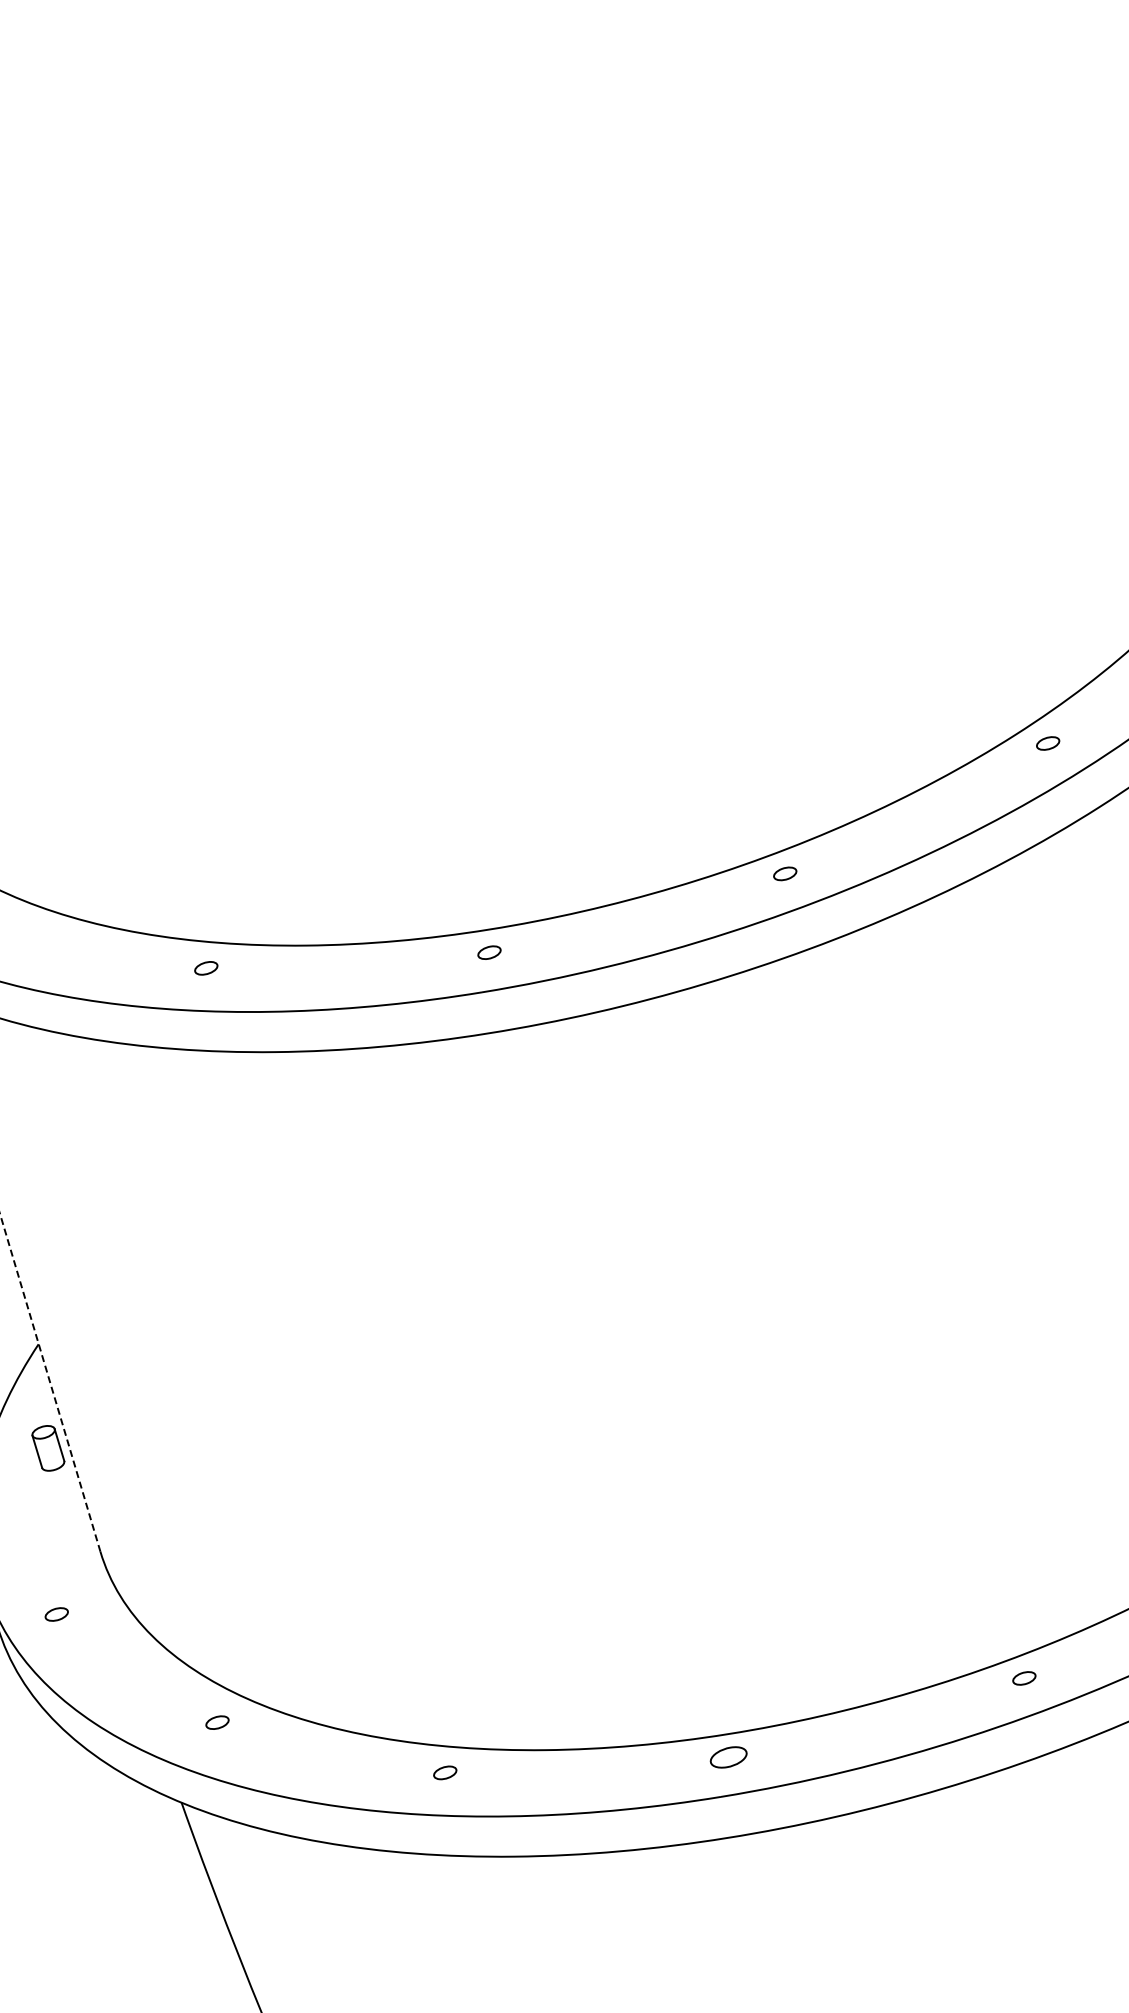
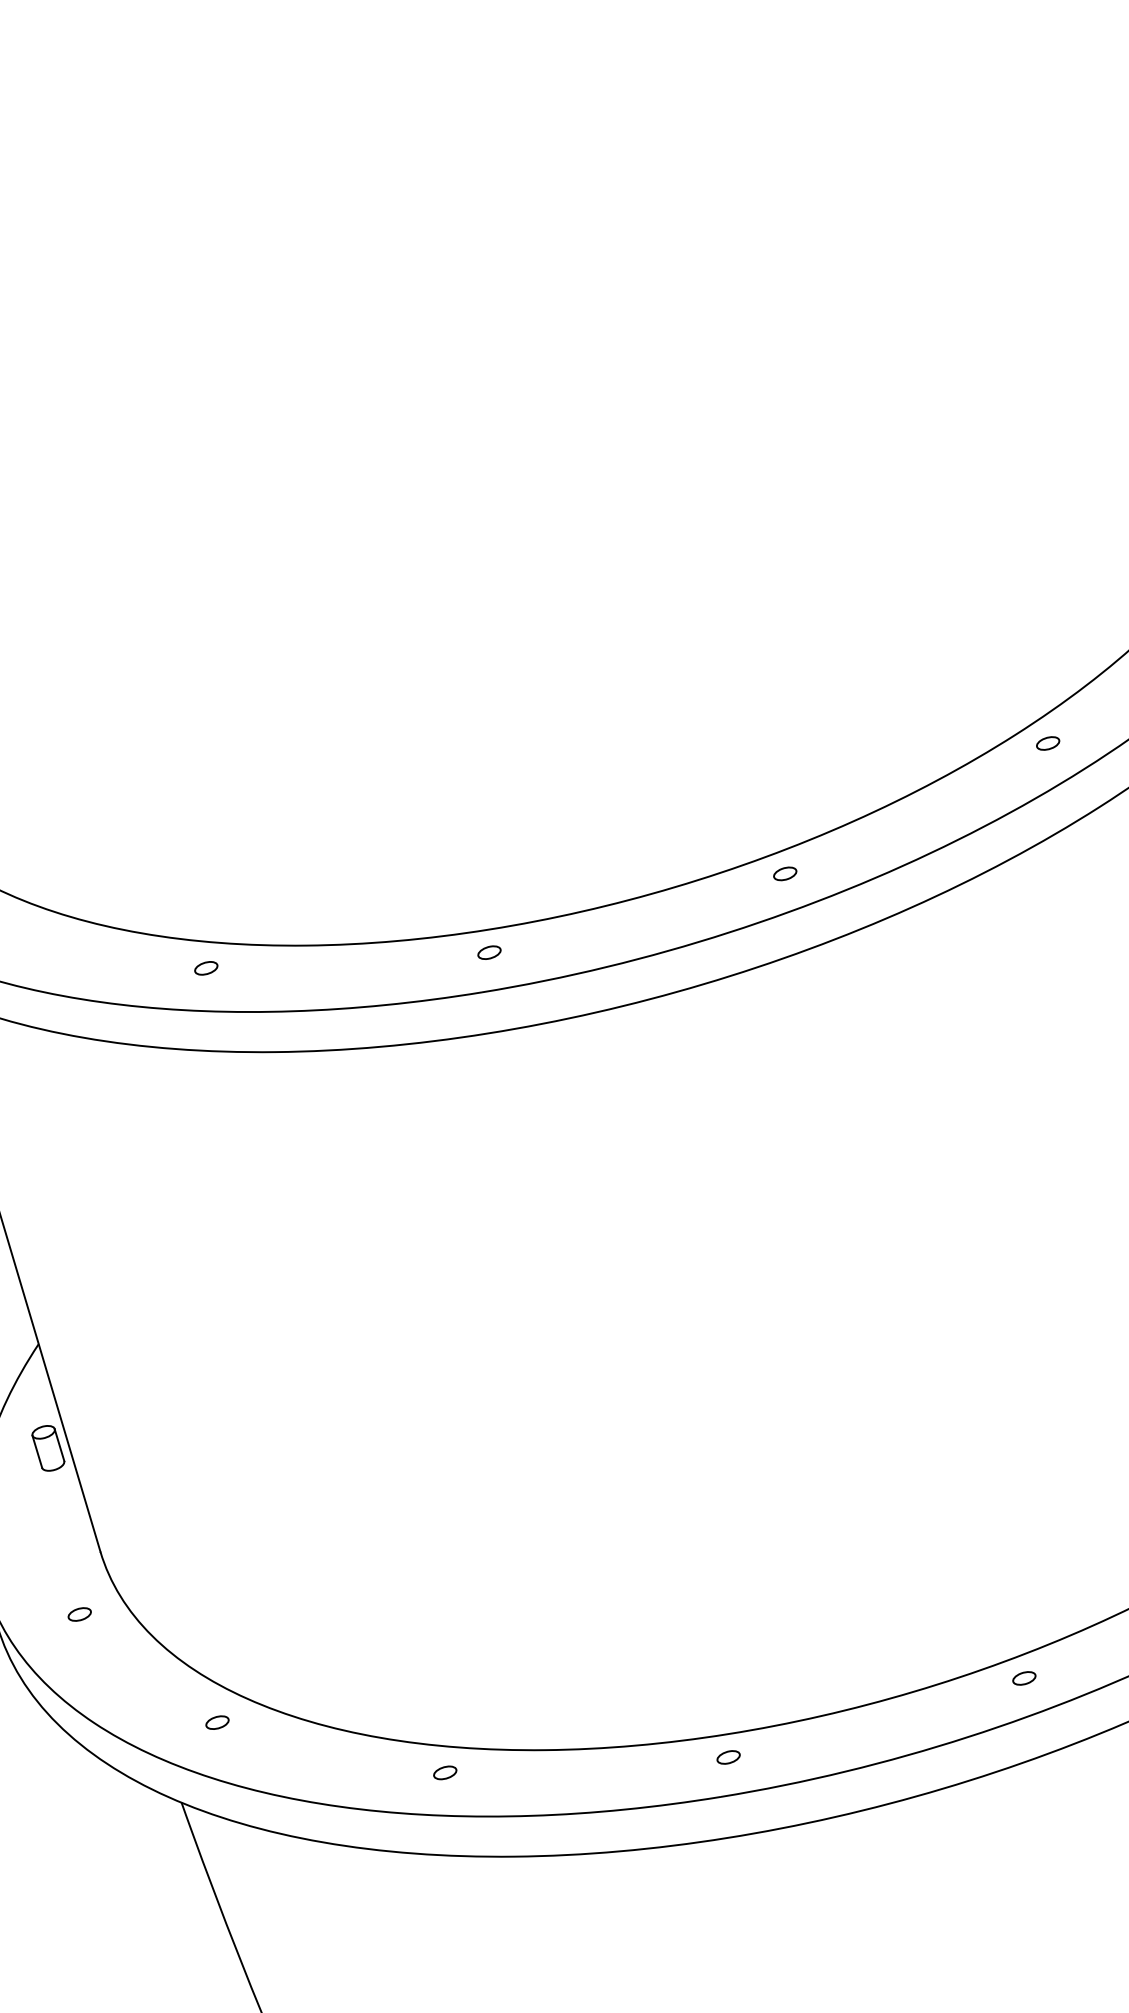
line at (50, 1383): dashed -> solid
part at (56, 1614) position: (56, 1614) -> (79, 1614)
part at (728, 1757) size: 39x23 px -> 25x15 px
